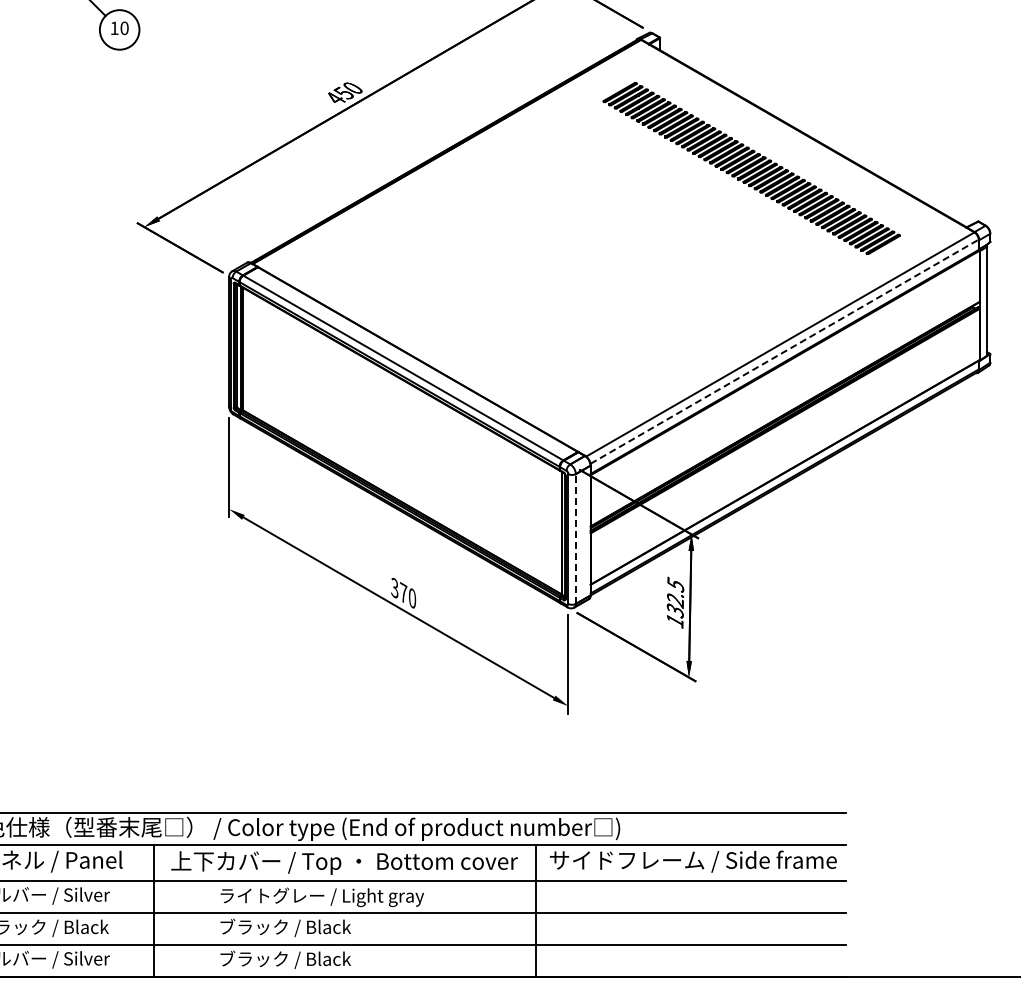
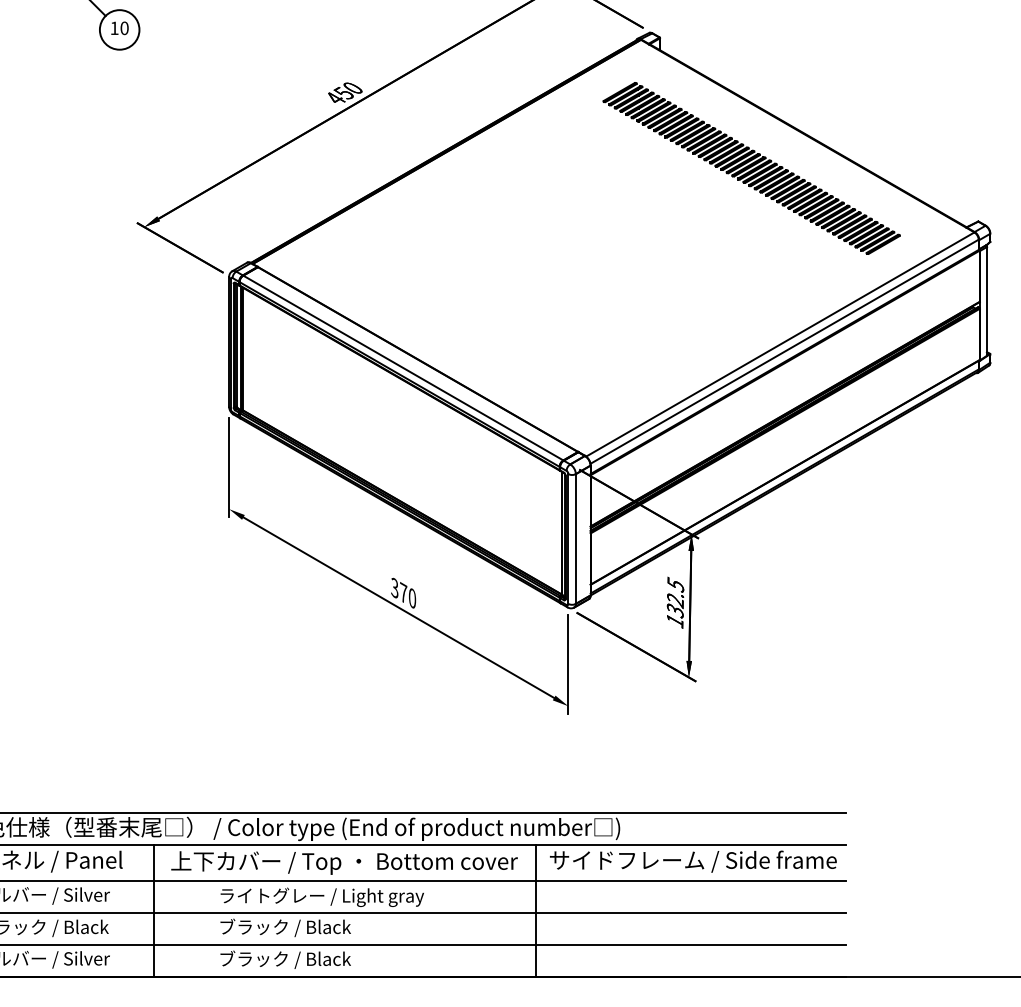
line at (785, 351): dashed -> solid
line at (575, 539): dashed -> solid
